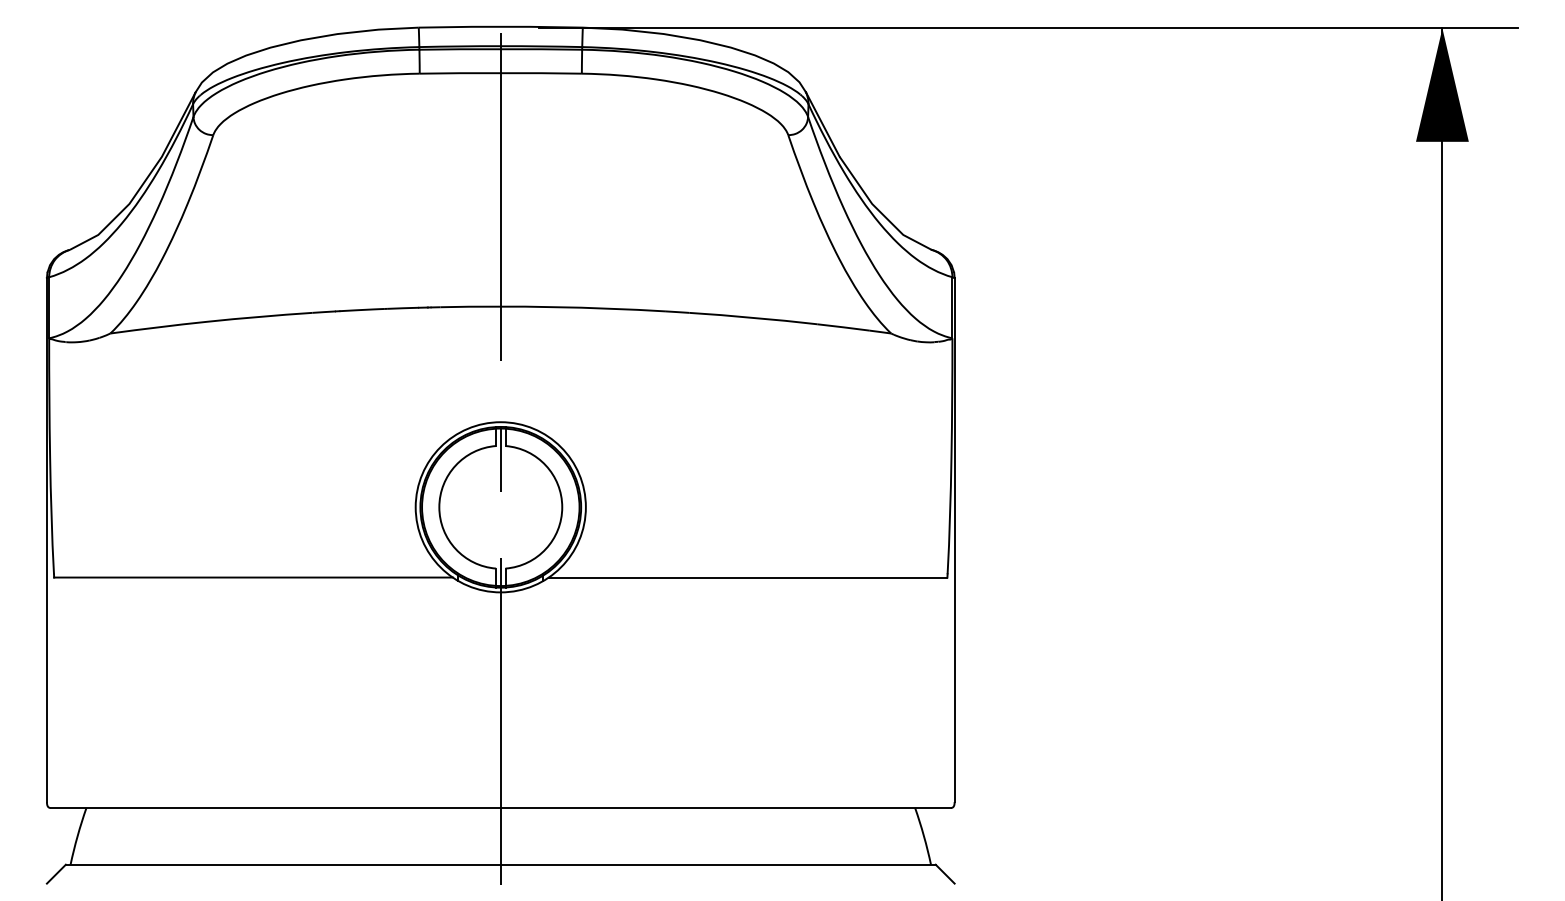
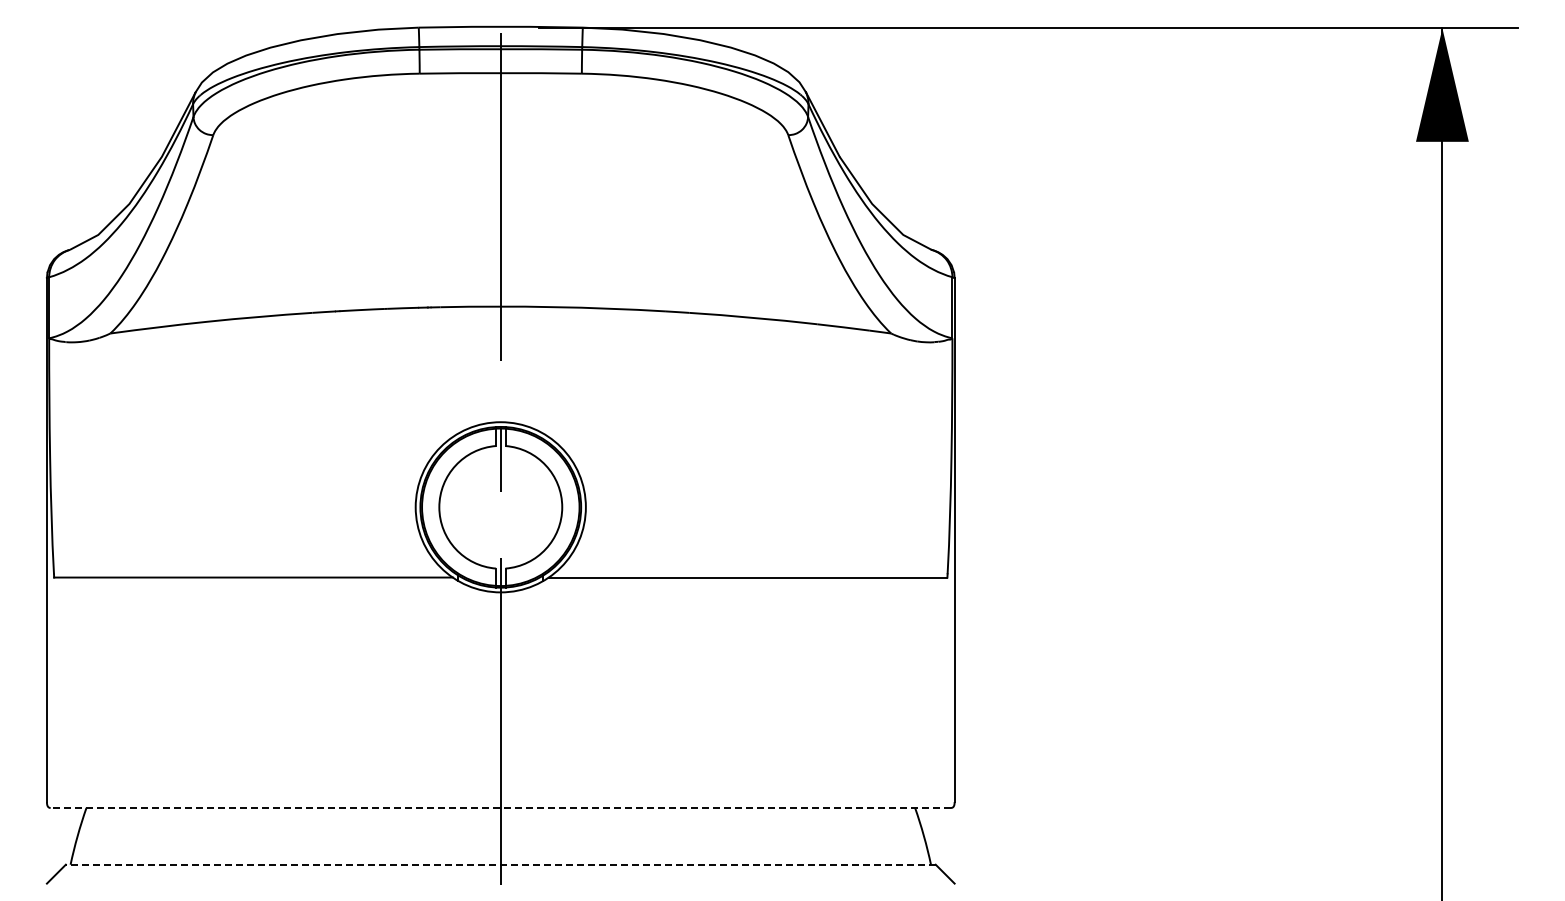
line at (500, 807): solid -> dashed
line at (500, 864): solid -> dashed
